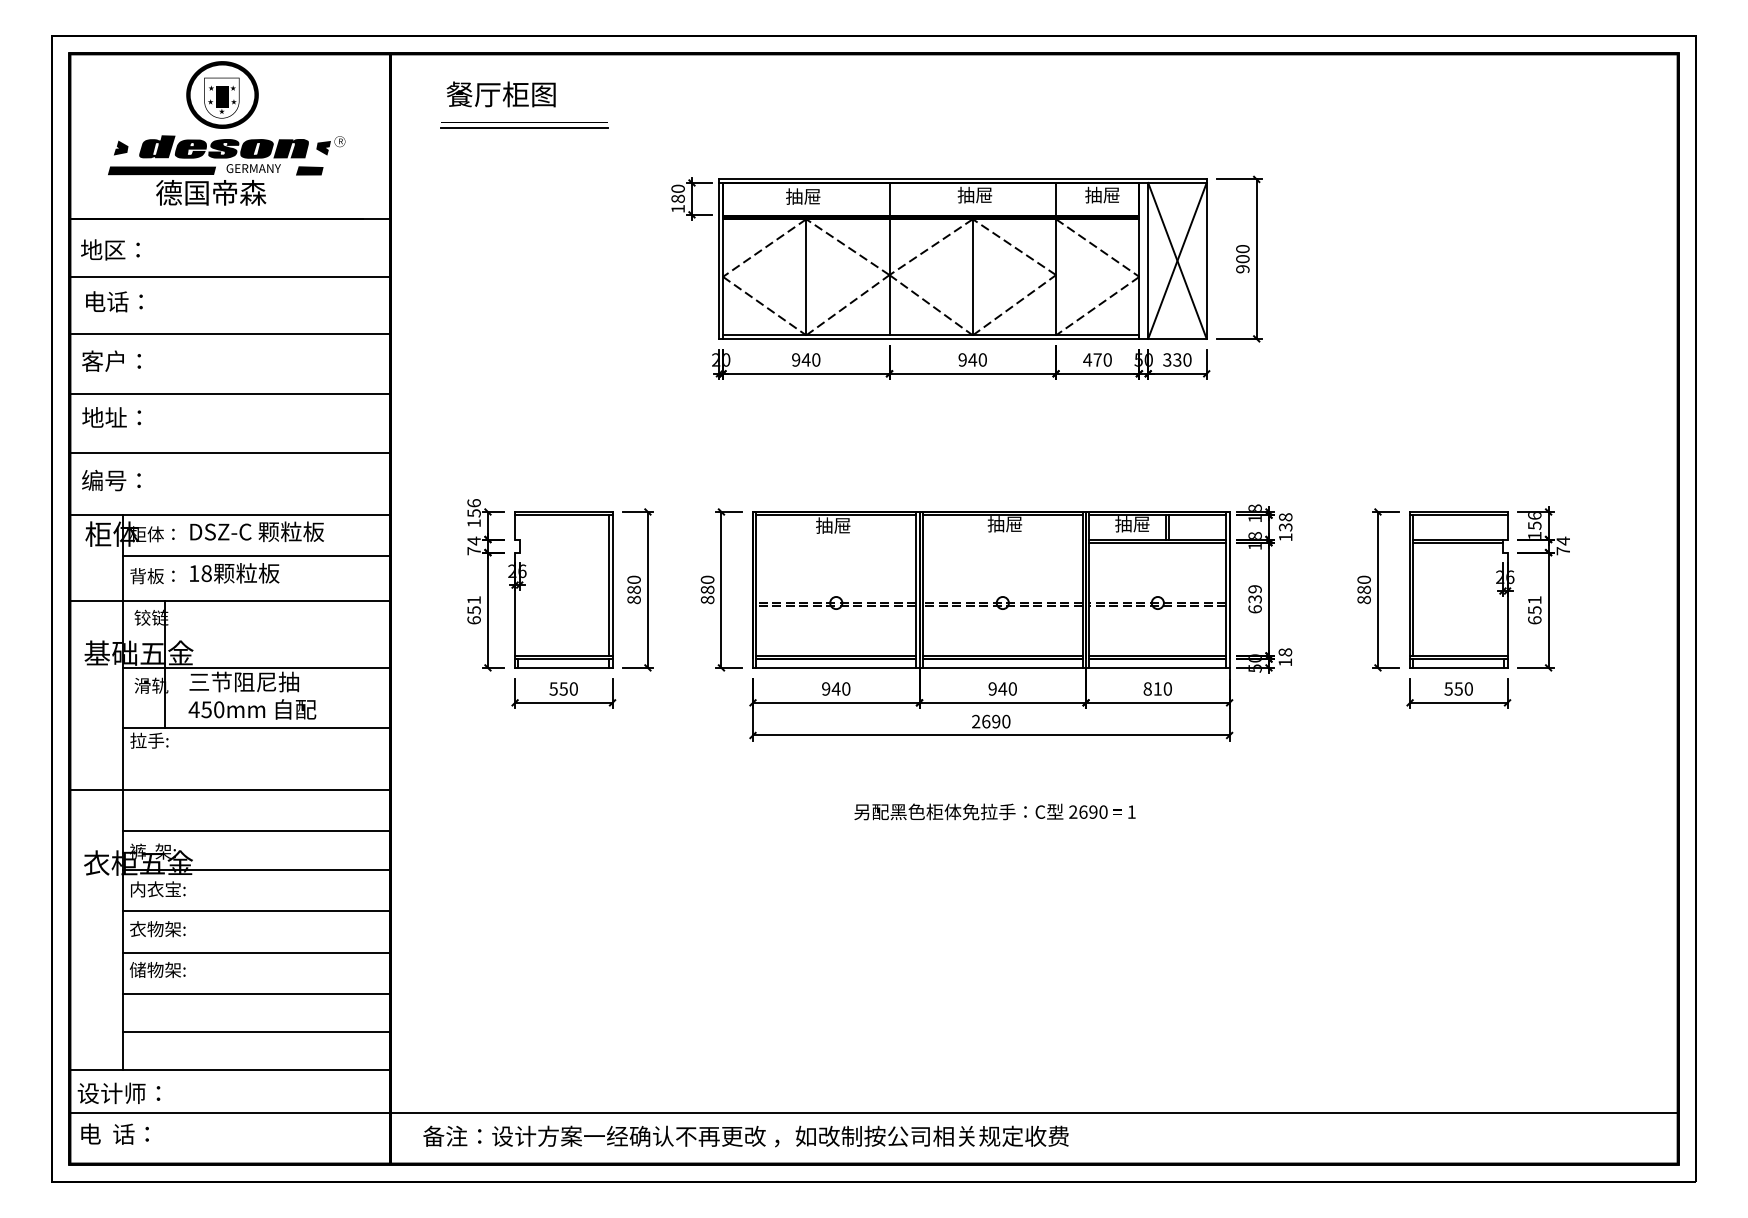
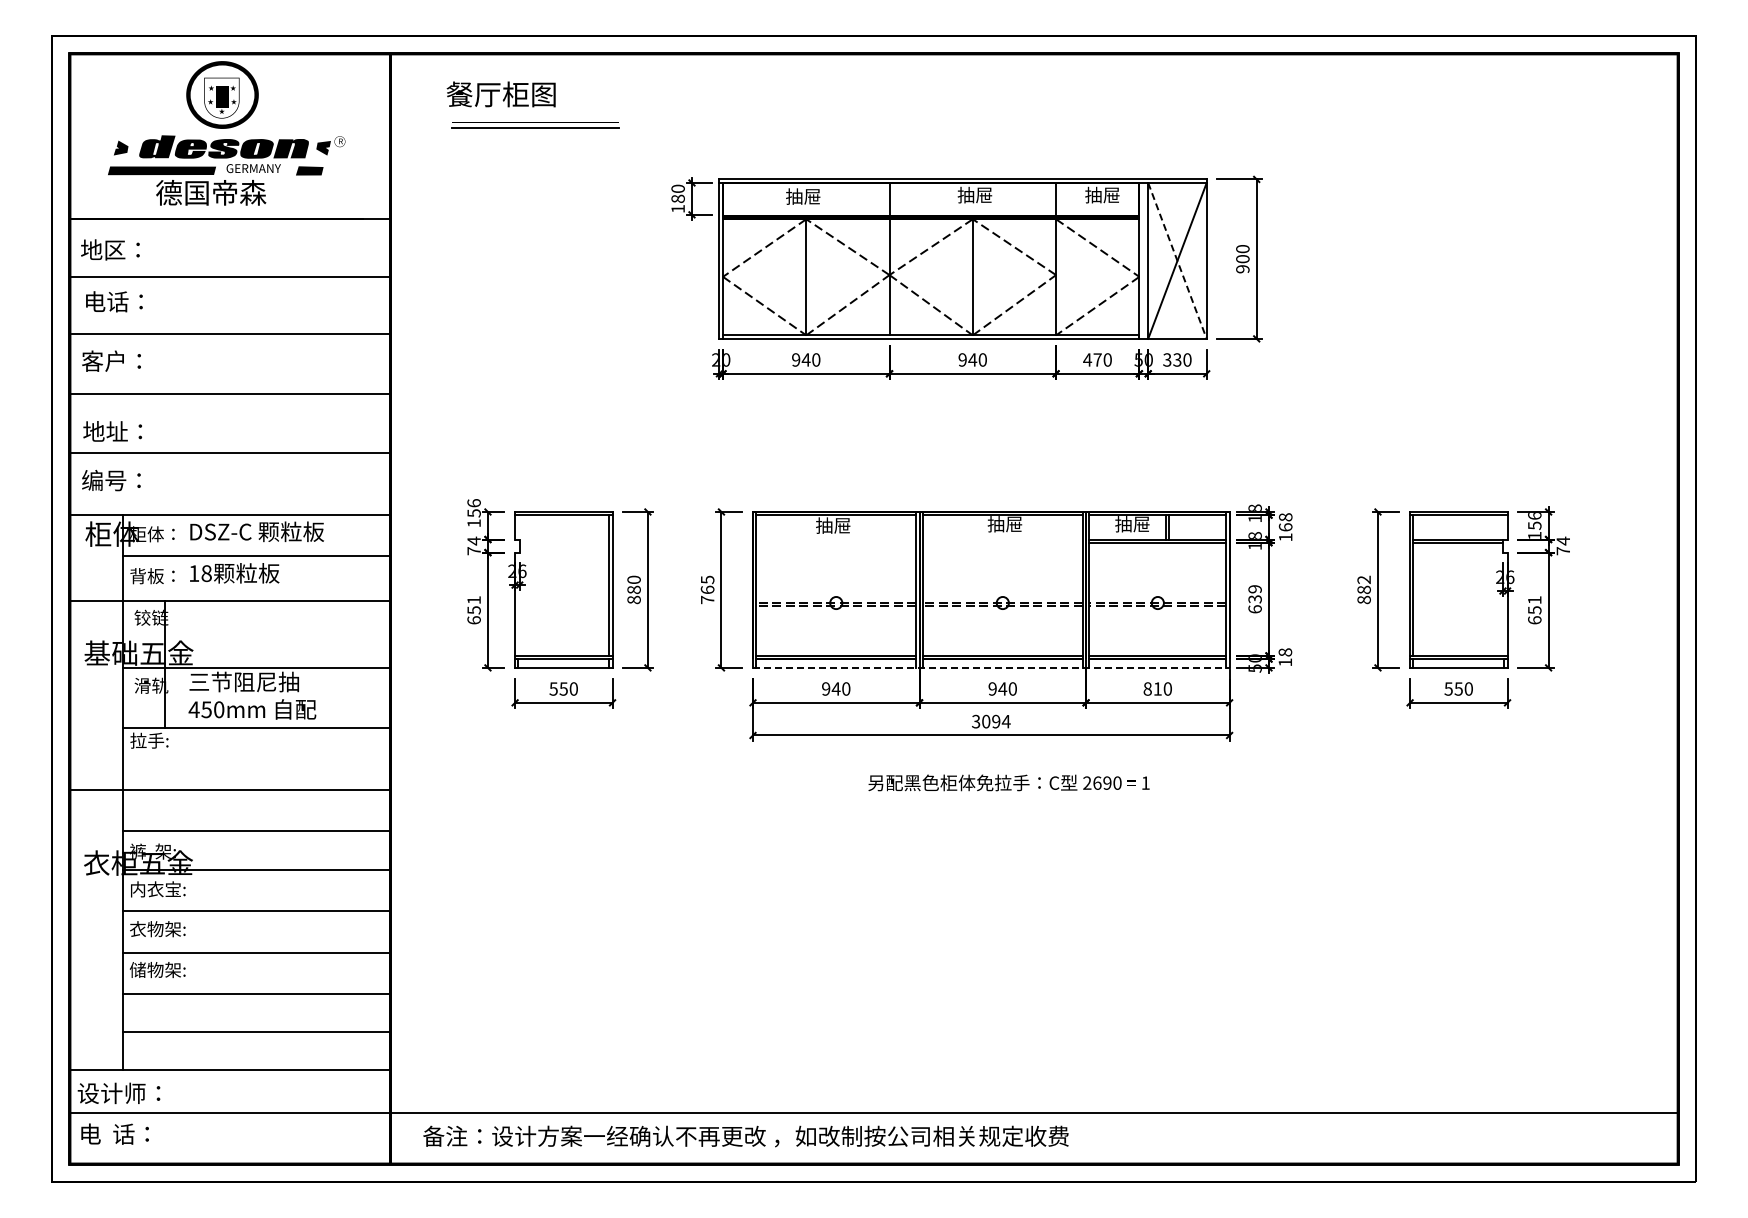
part at (524, 125) position: (524, 125) -> (535, 125)
line at (1177, 261): solid -> dashed
text at (111, 417) position: (111, 417) -> (112, 431)
text at (1285, 527): 138 -> 168
text at (1363, 579): 880 -> 882
text at (707, 589): 880 -> 765
line at (991, 667): solid -> dashed
text at (991, 721): 2690 -> 3094
text at (994, 811) position: (994, 811) -> (1008, 782)
